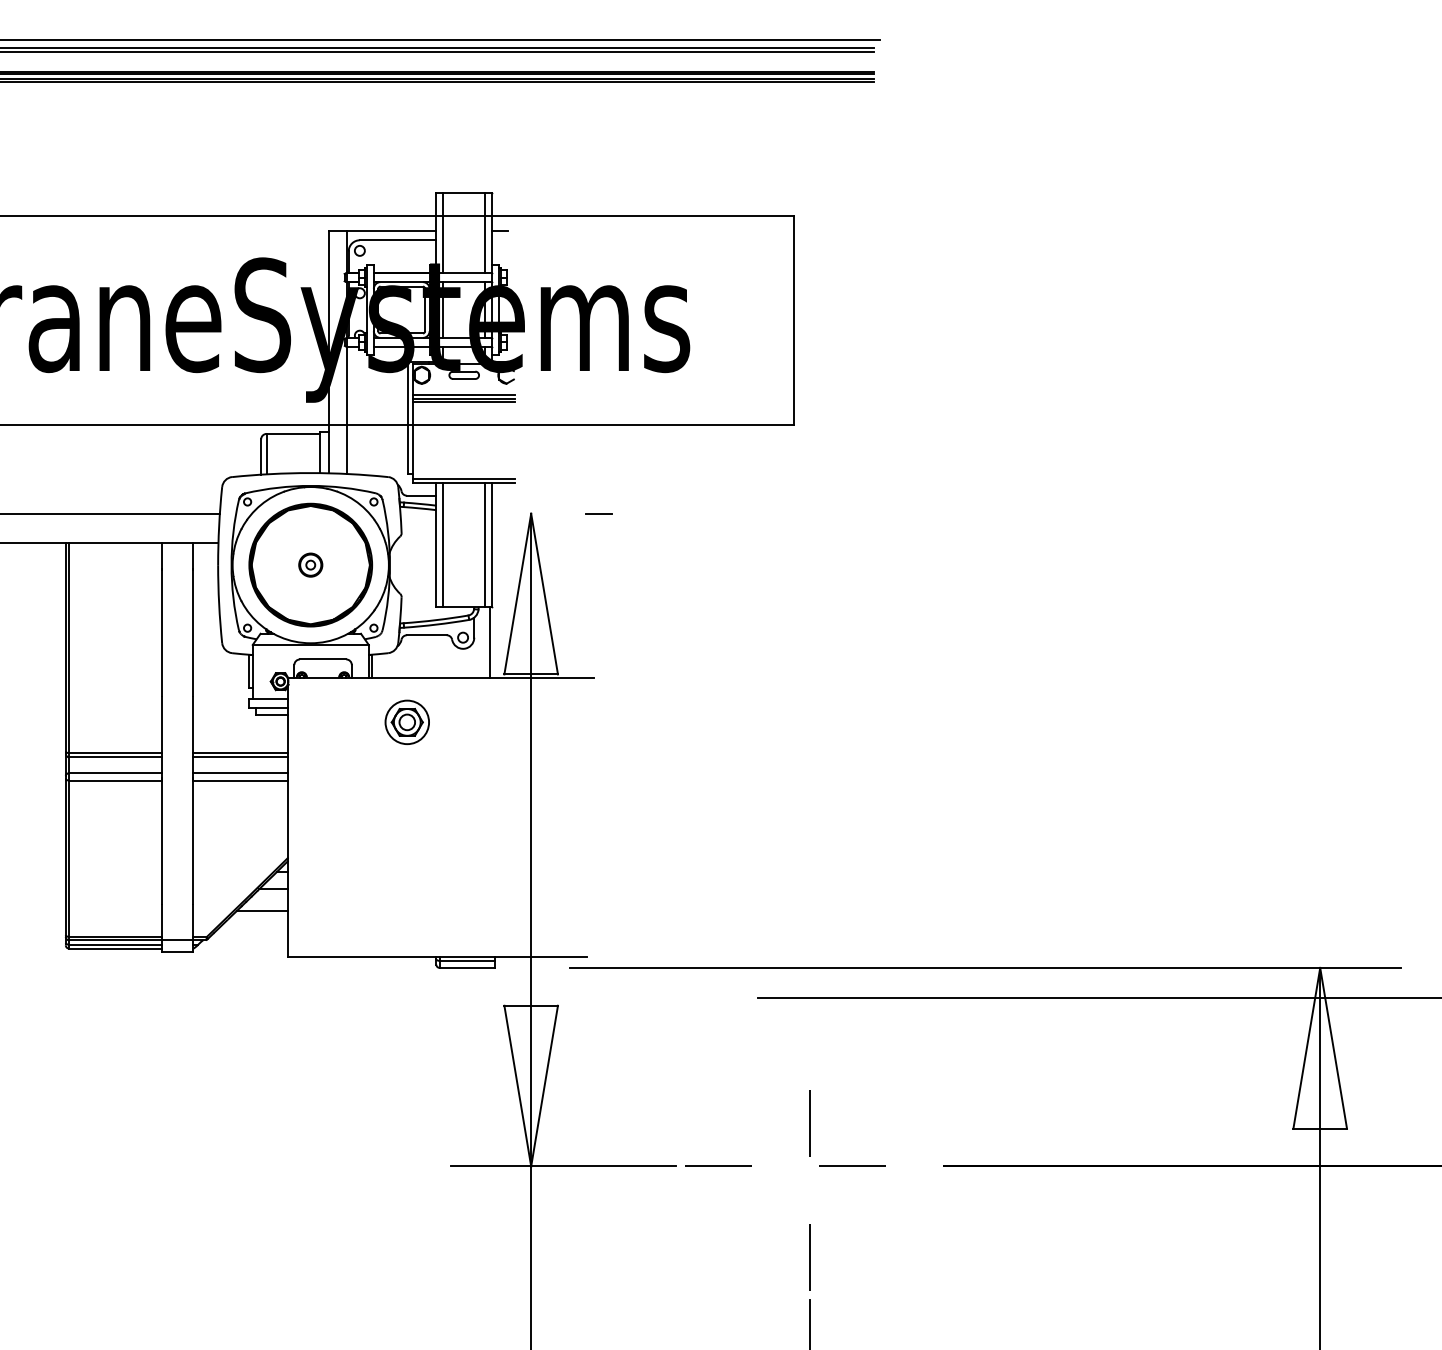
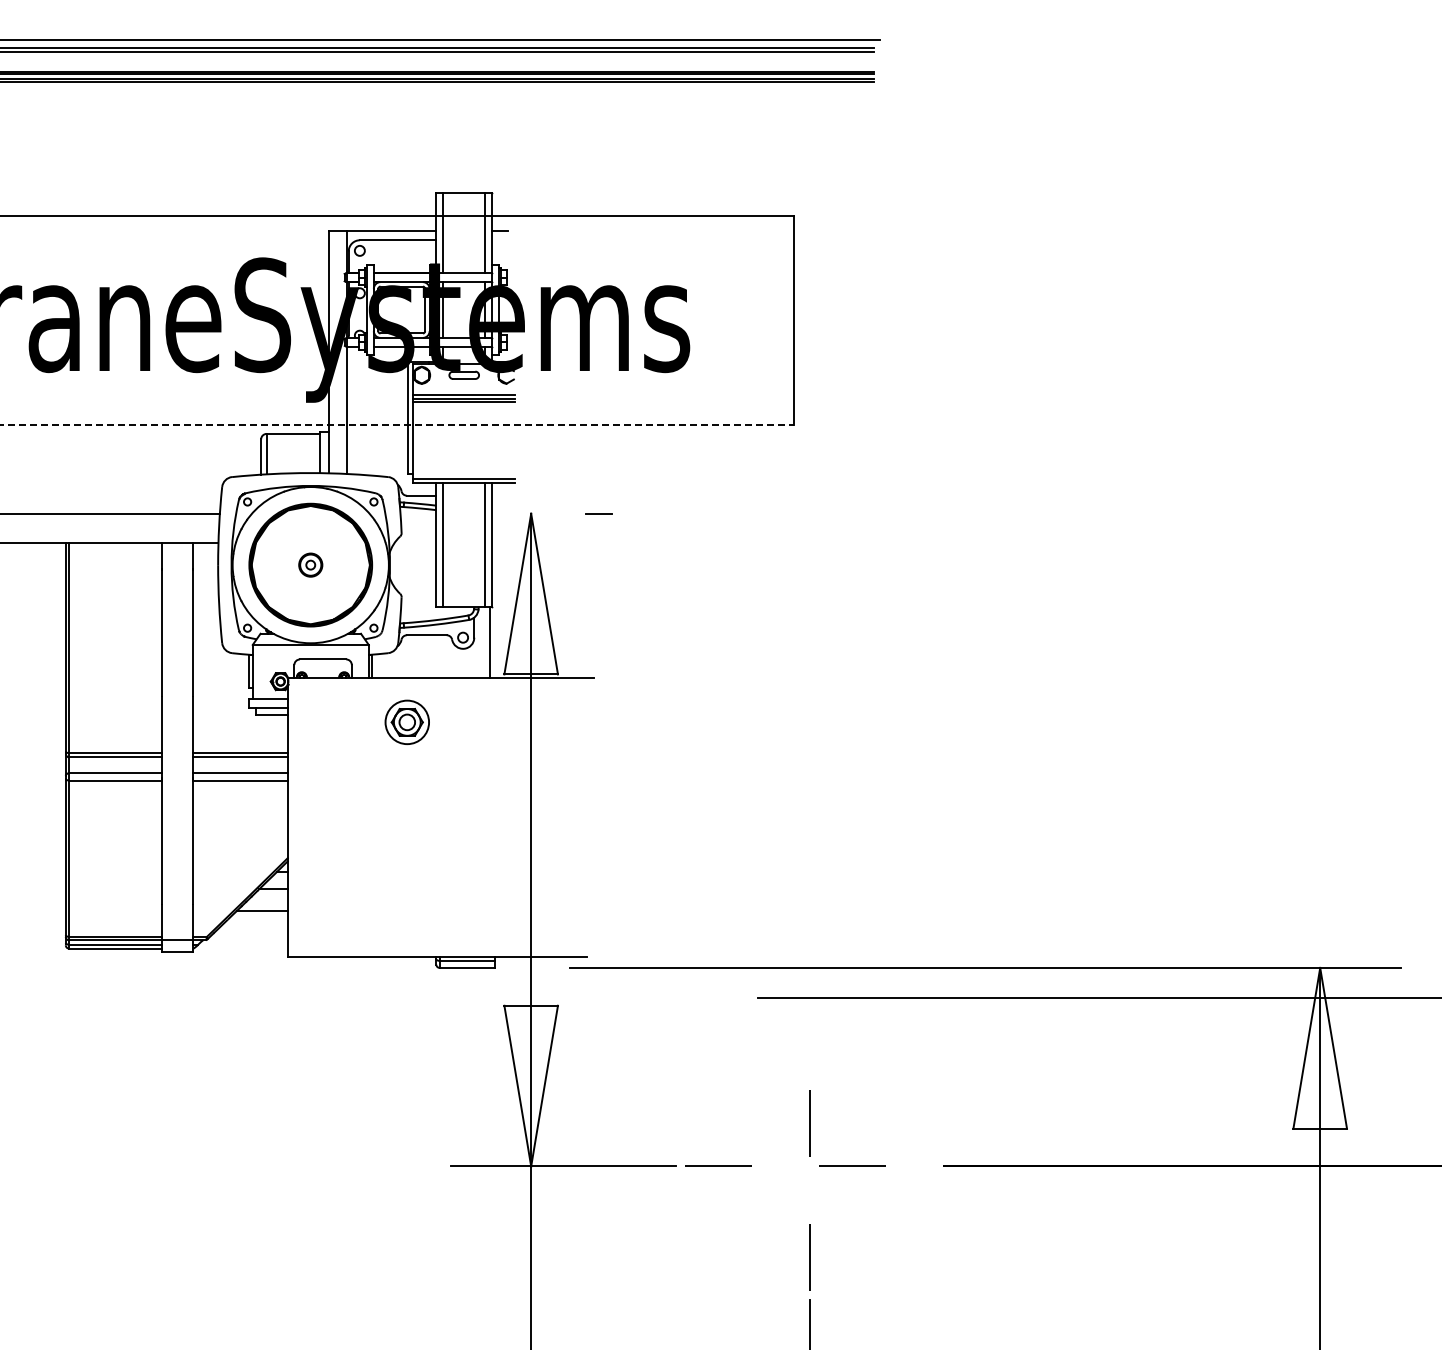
line at (397, 425): solid -> dashed
